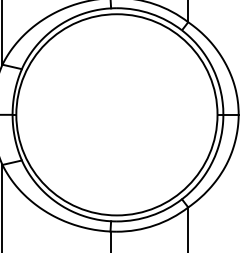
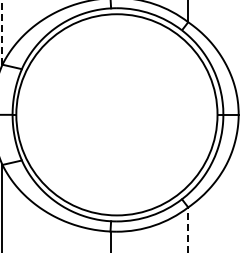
line at (2, 32): solid -> dashed
line at (188, 229): solid -> dashed
